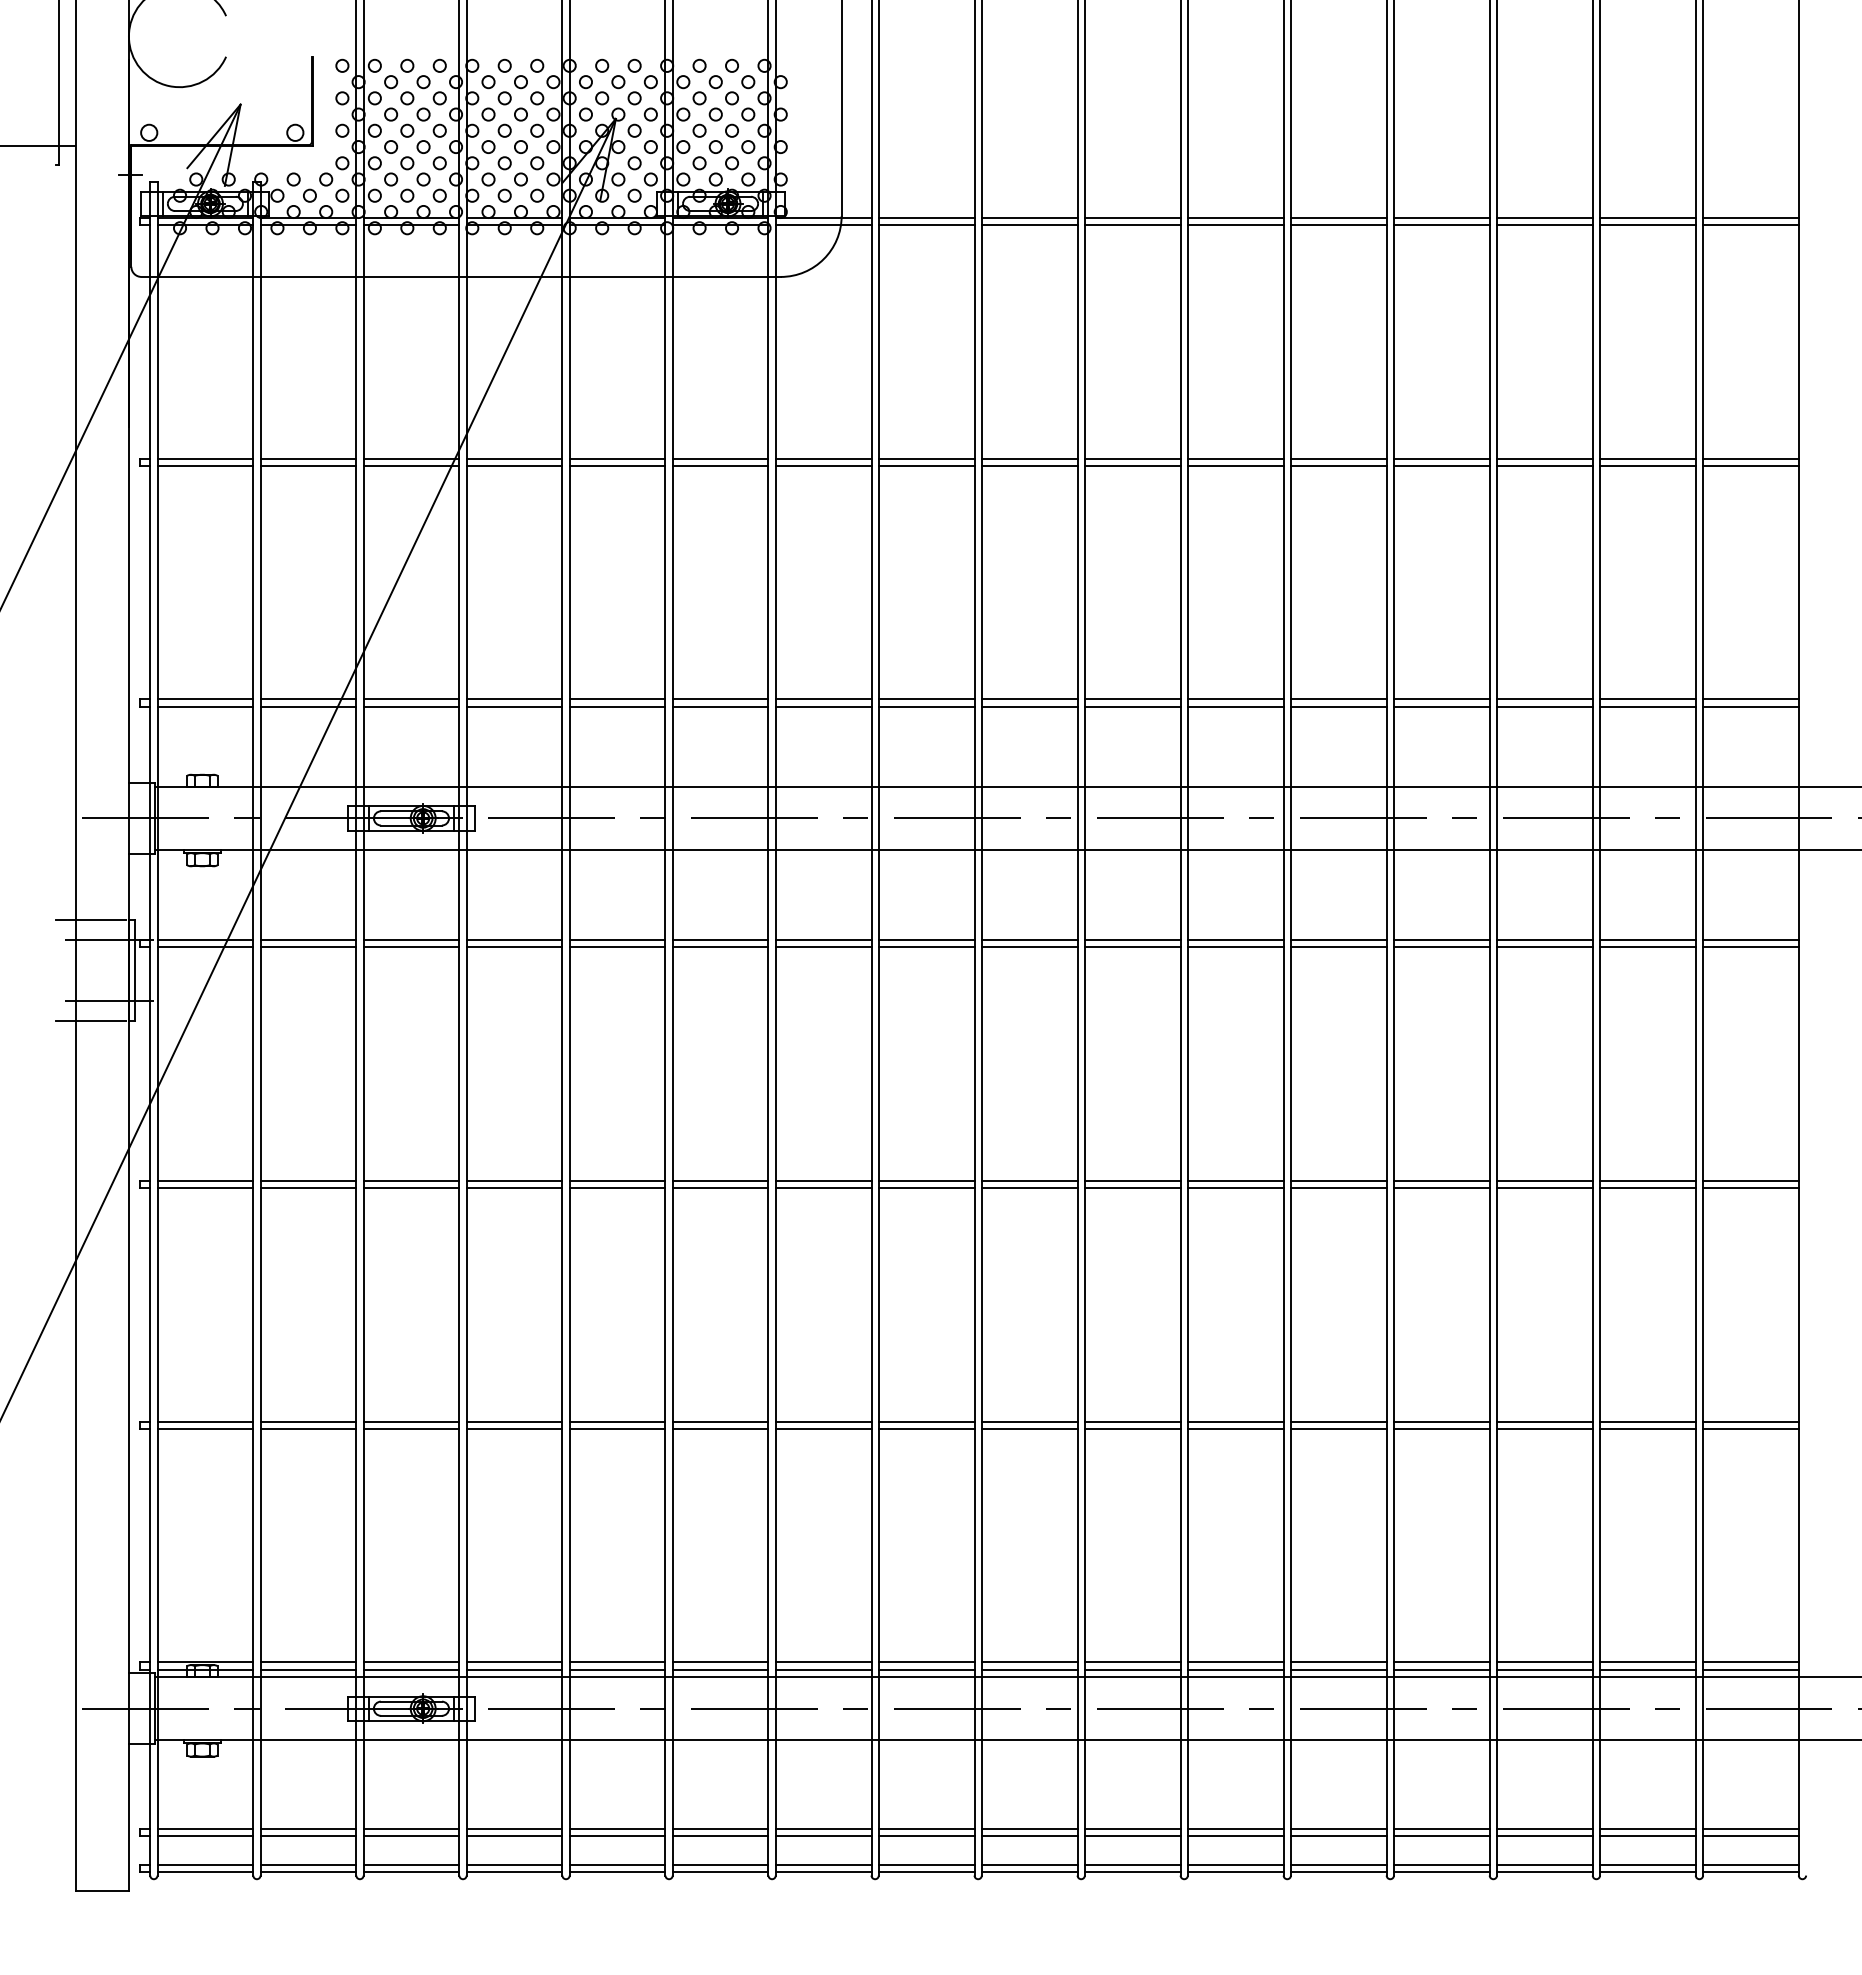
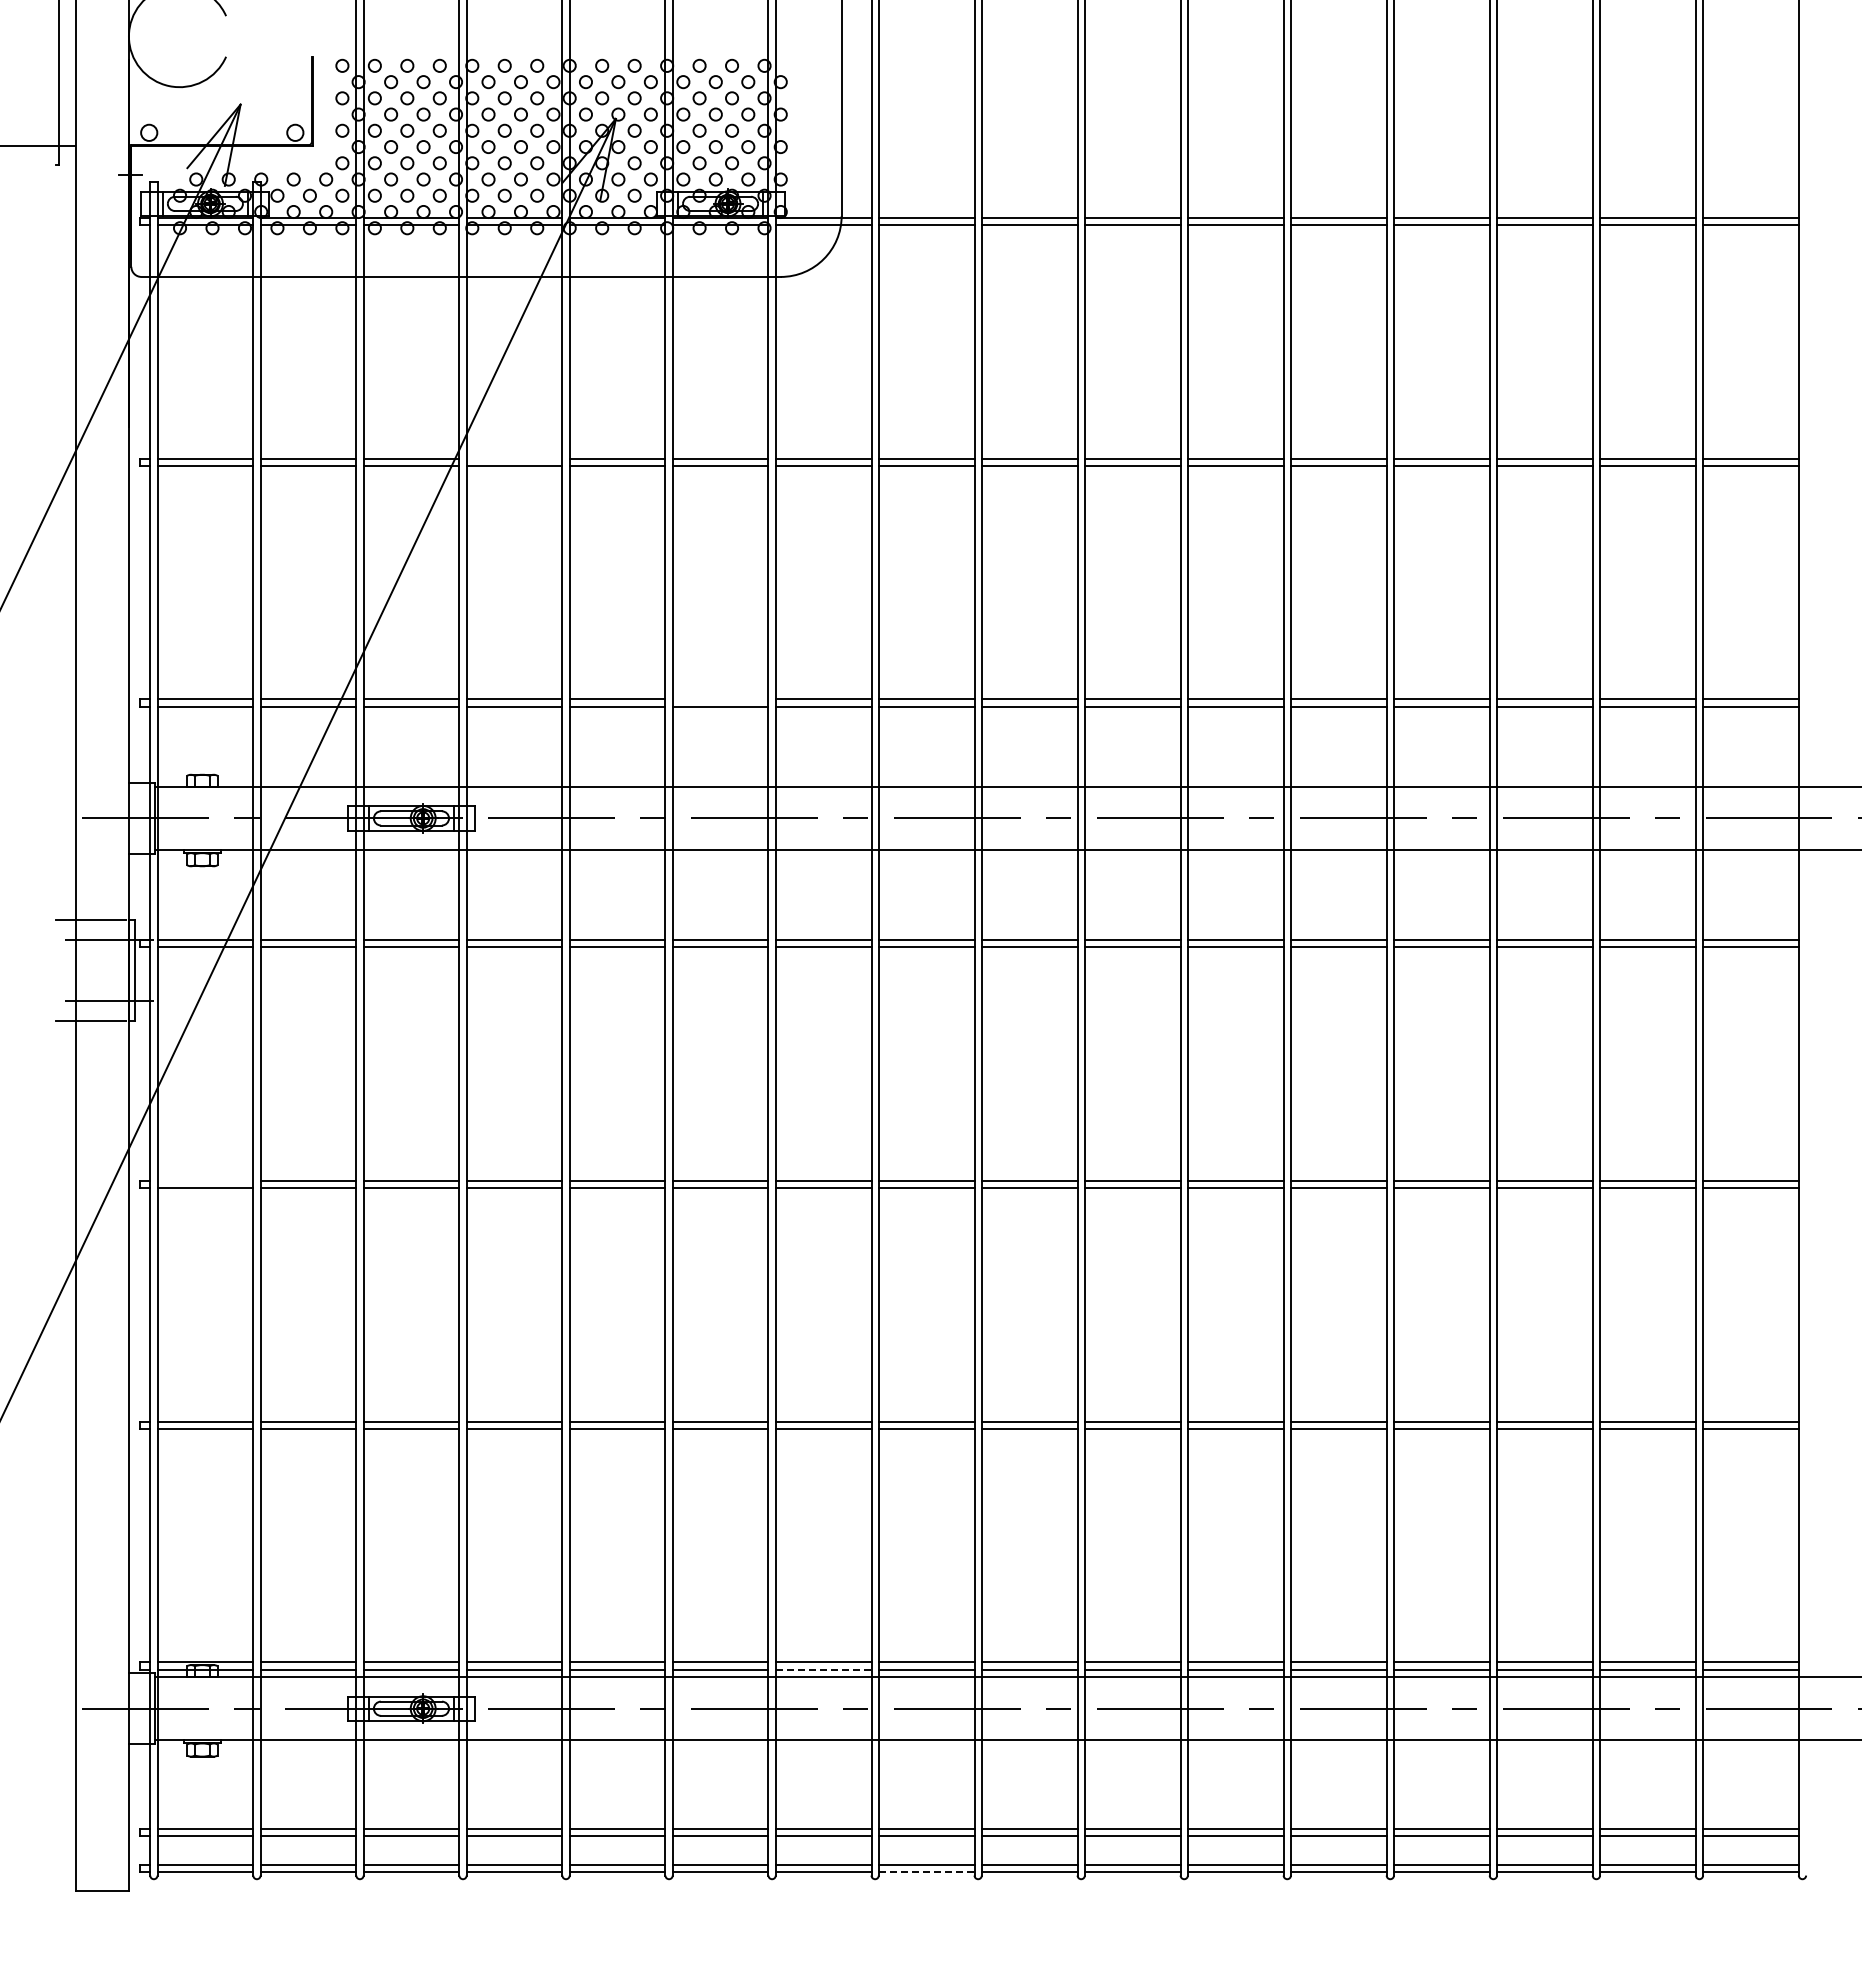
line at (514, 458): present -> none
line at (720, 699): present -> none
line at (205, 1180): present -> none
line at (823, 1669): solid -> dashed
line at (926, 1871): solid -> dashed
